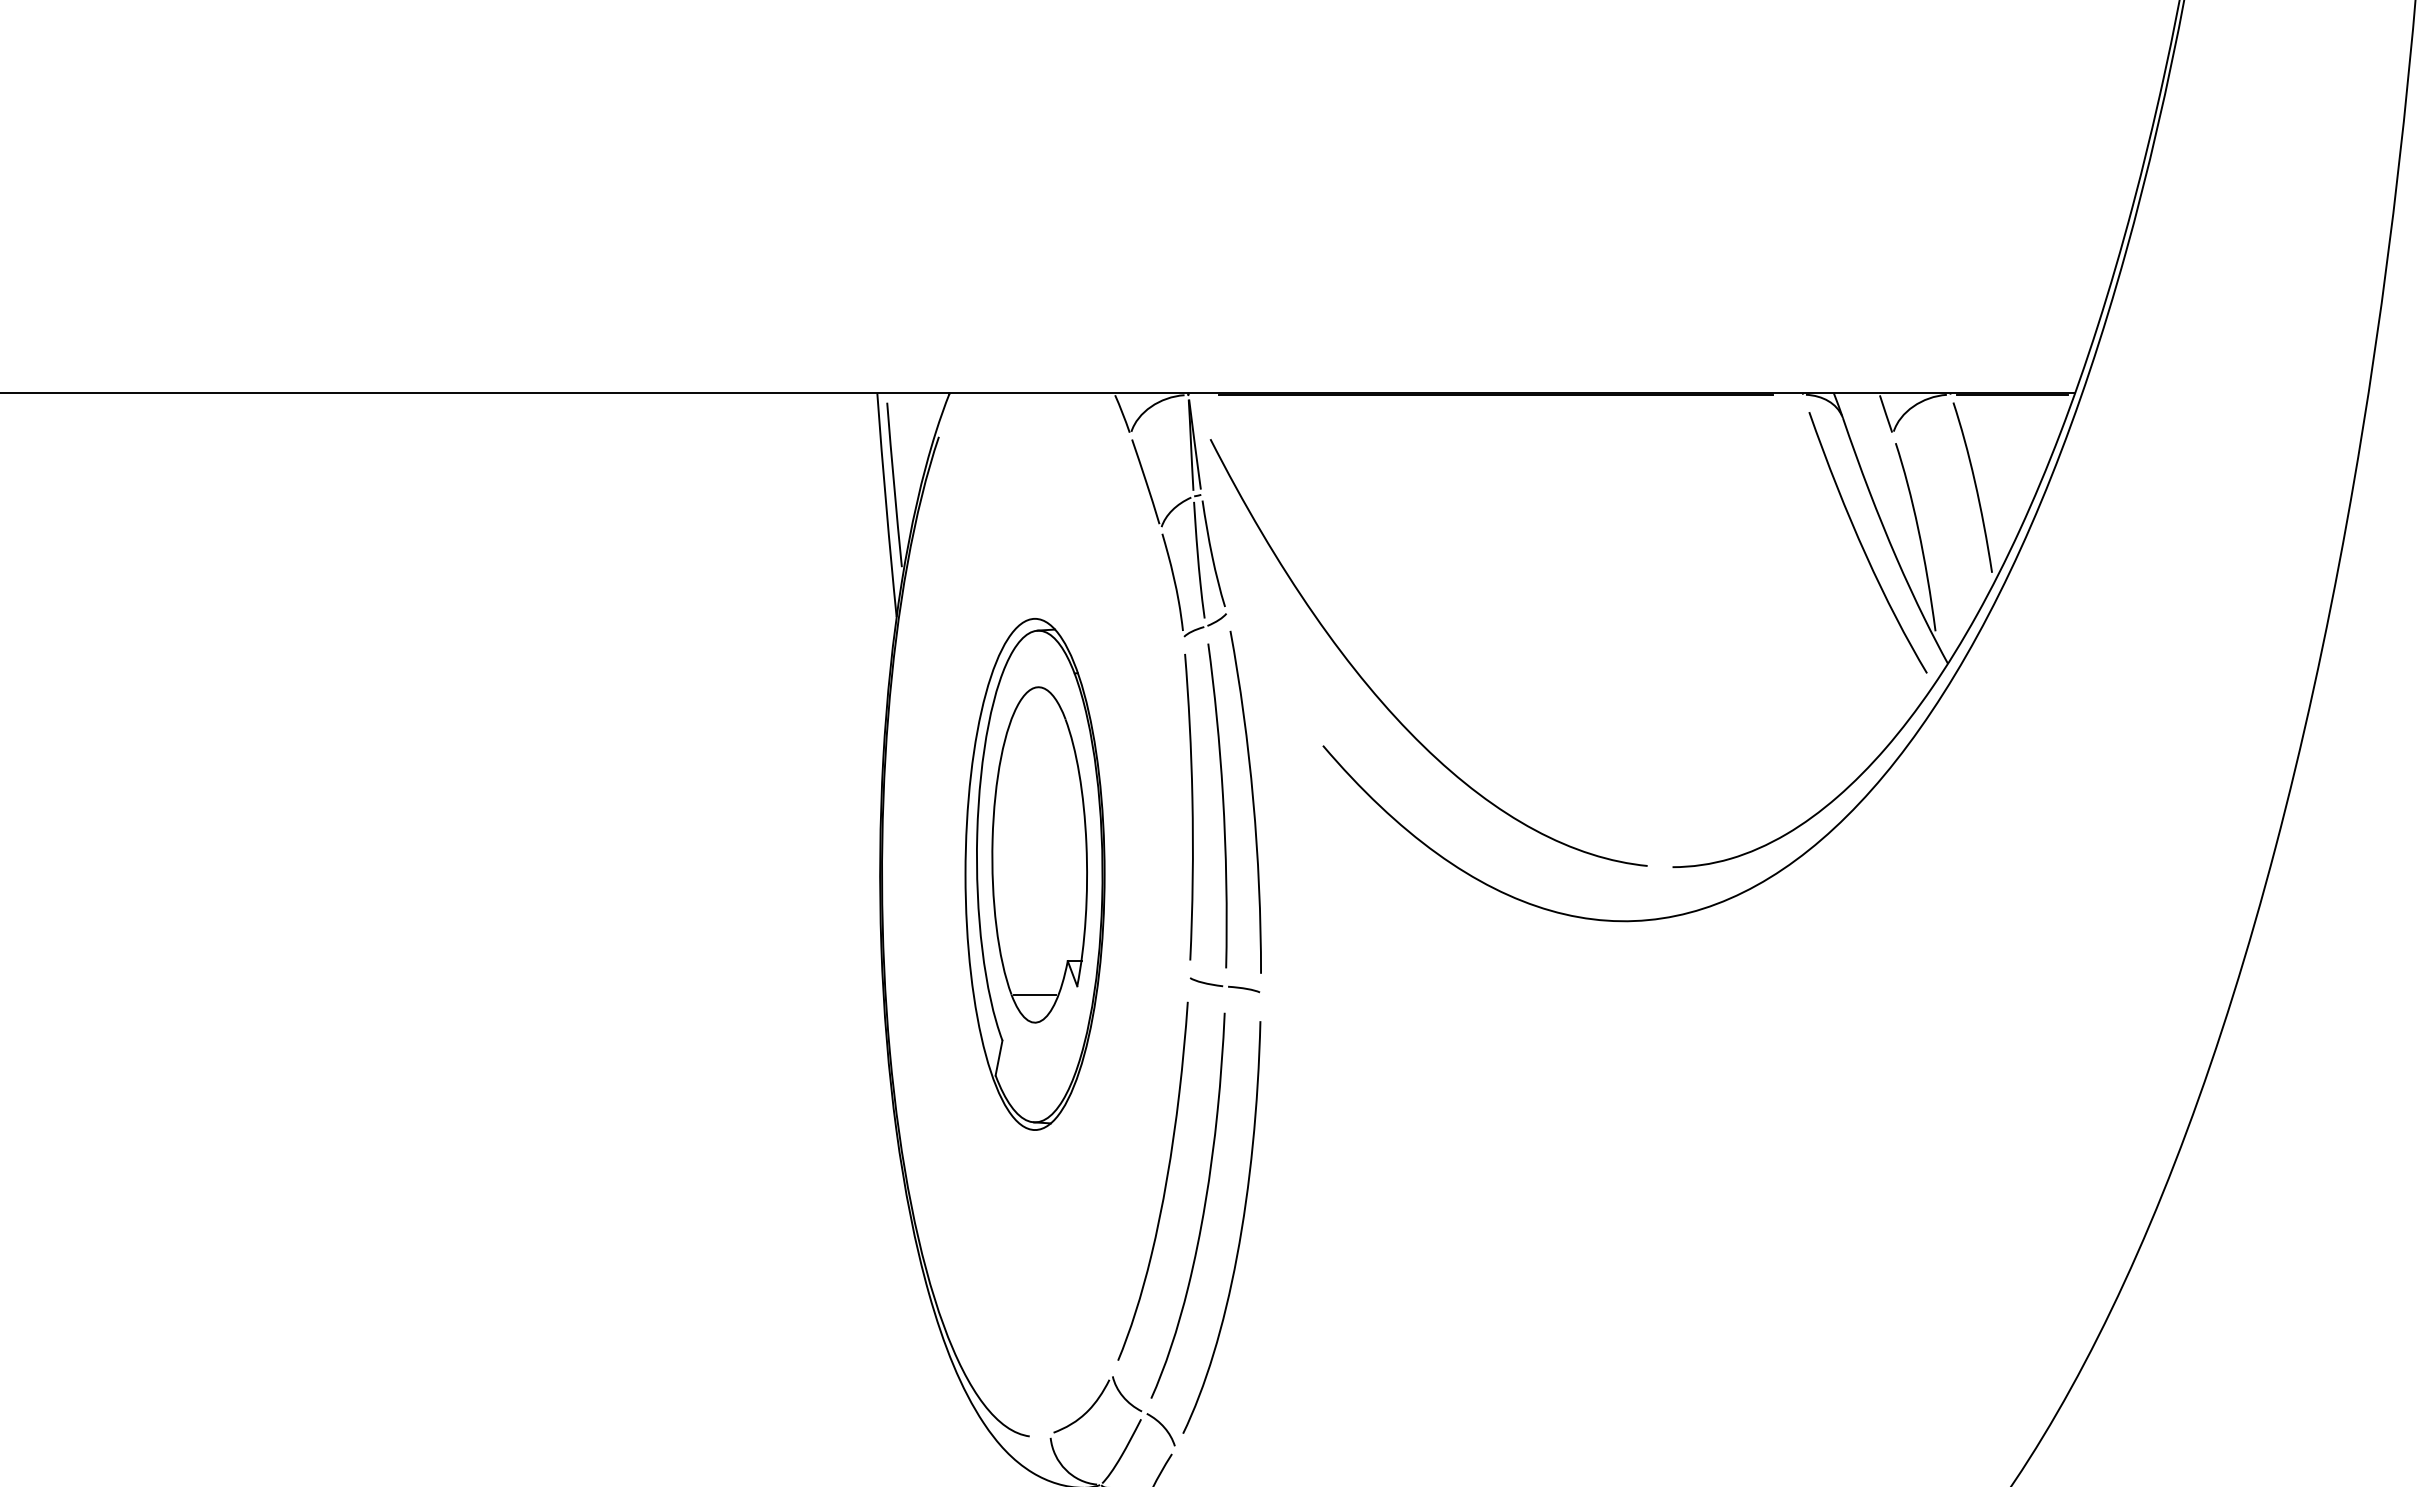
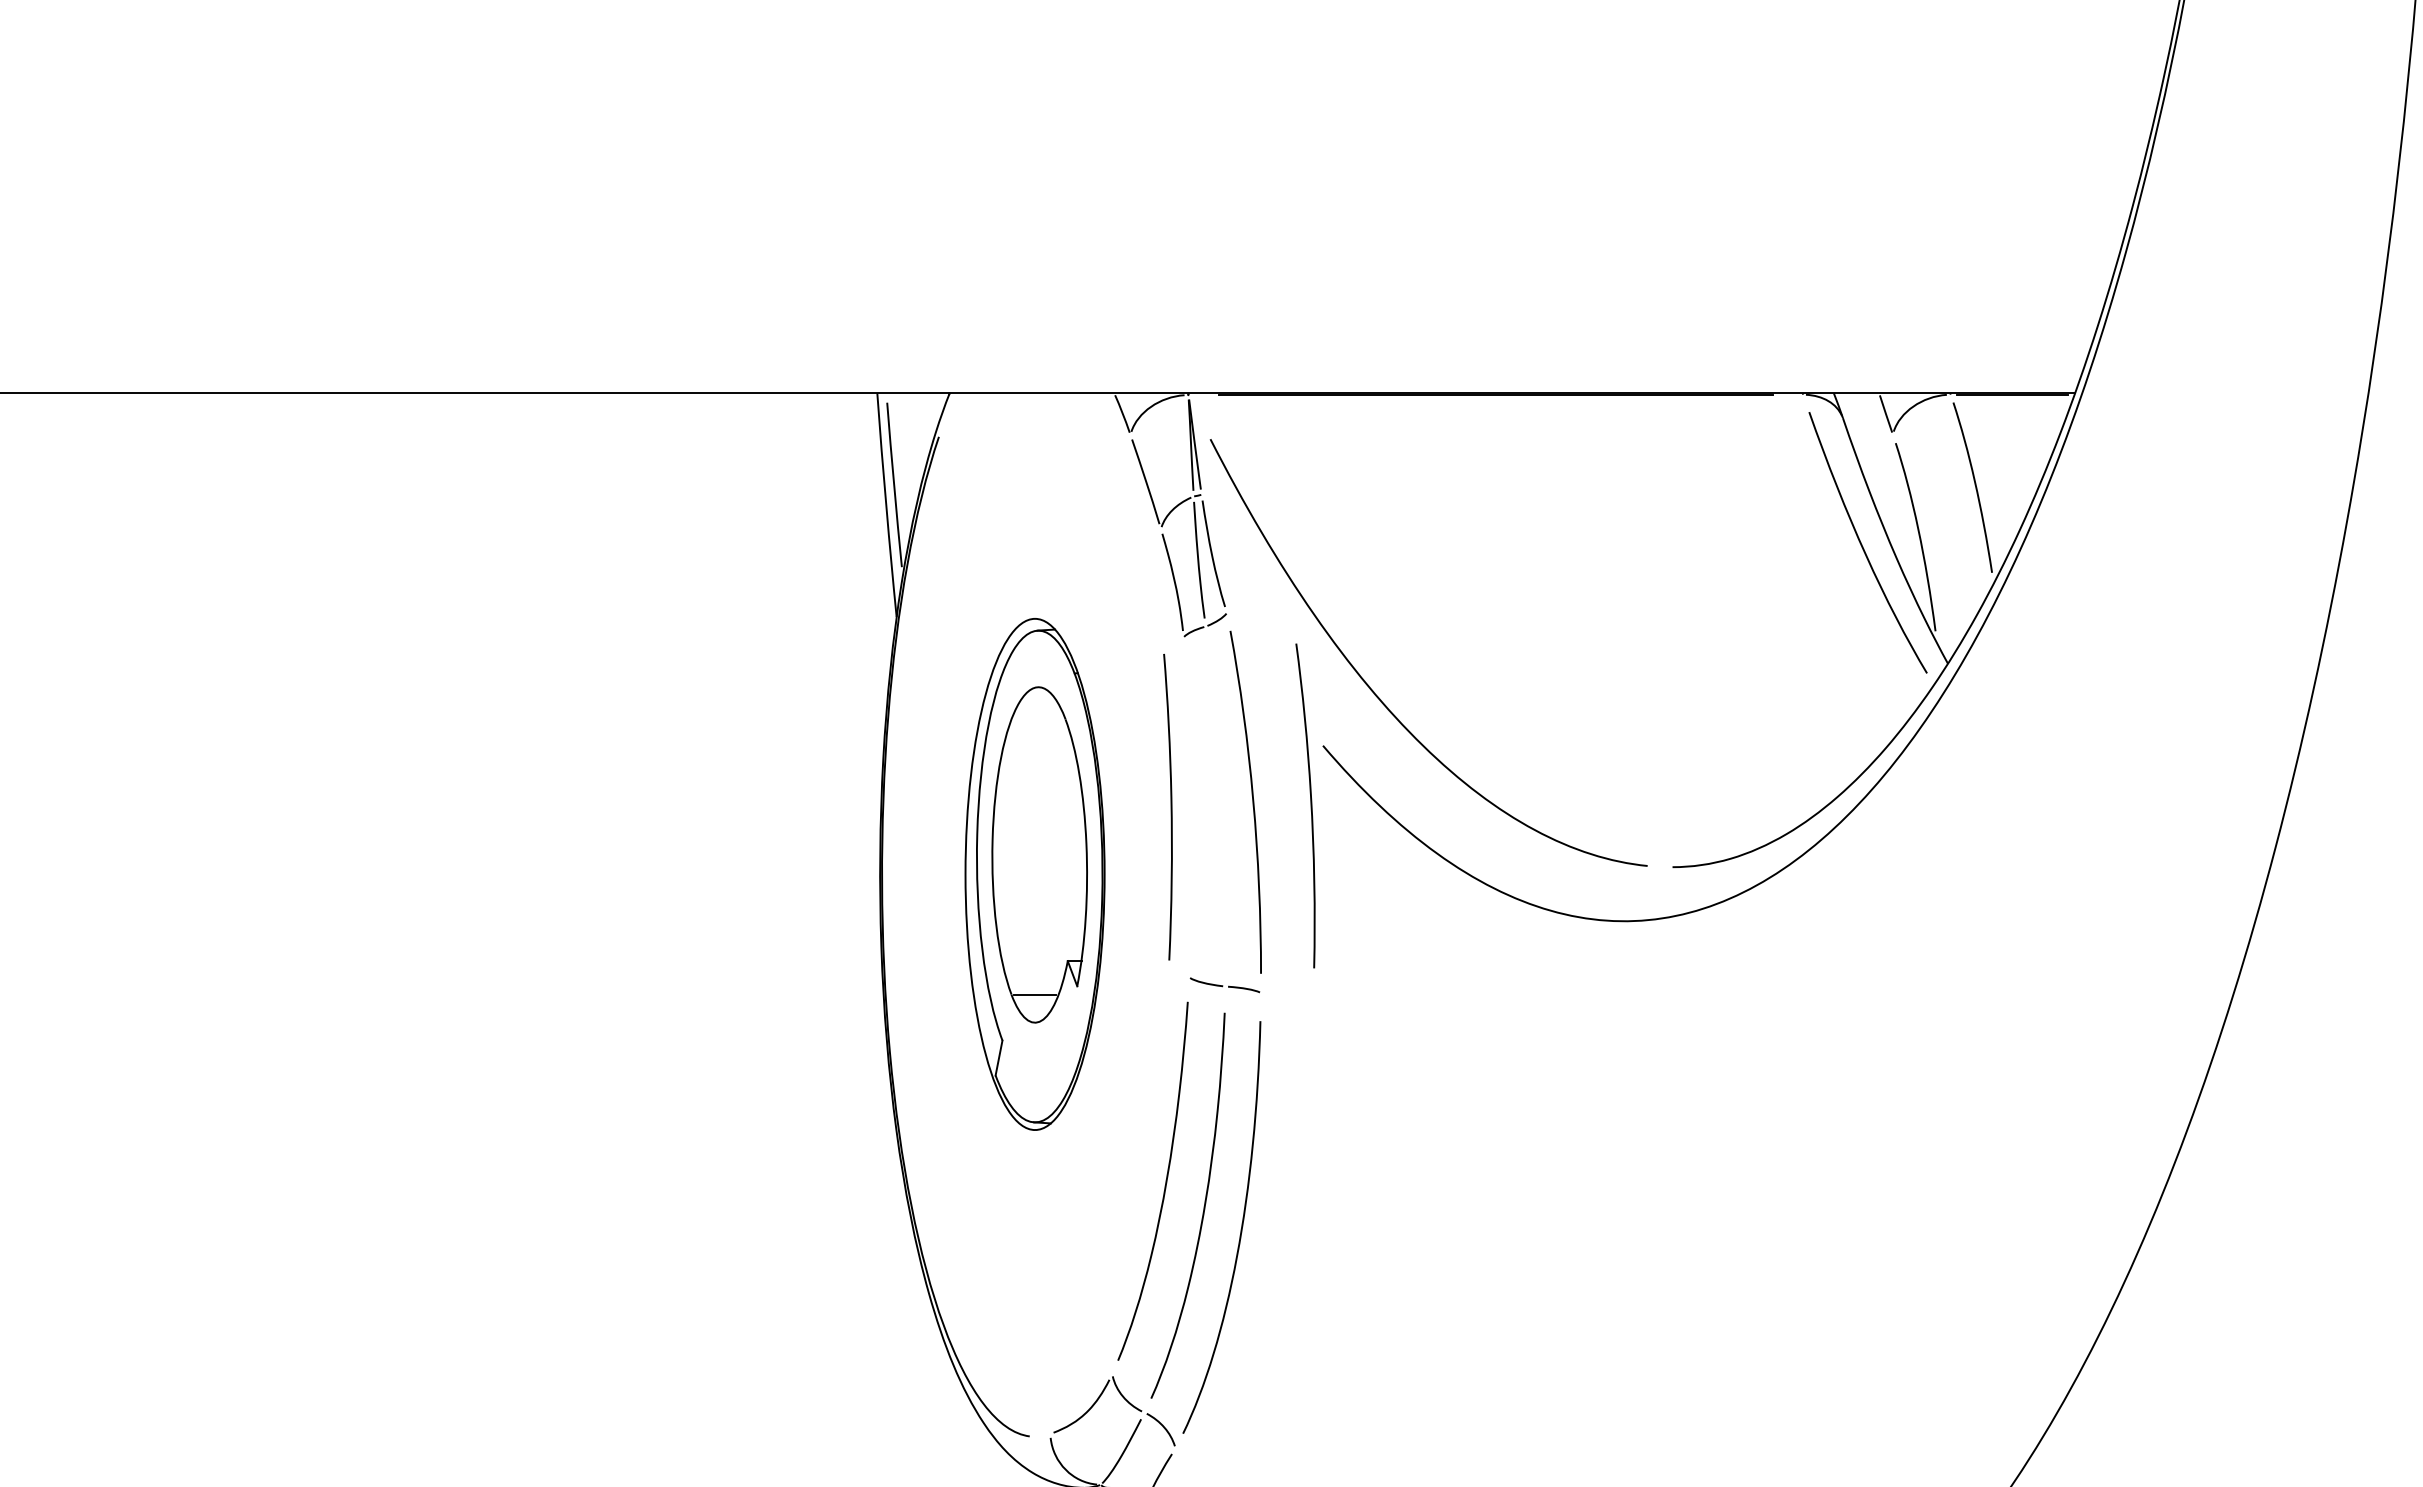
curve at (1222, 805) position: (1222, 805) -> (1310, 805)
curve at (1191, 806) position: (1191, 806) -> (1170, 806)
